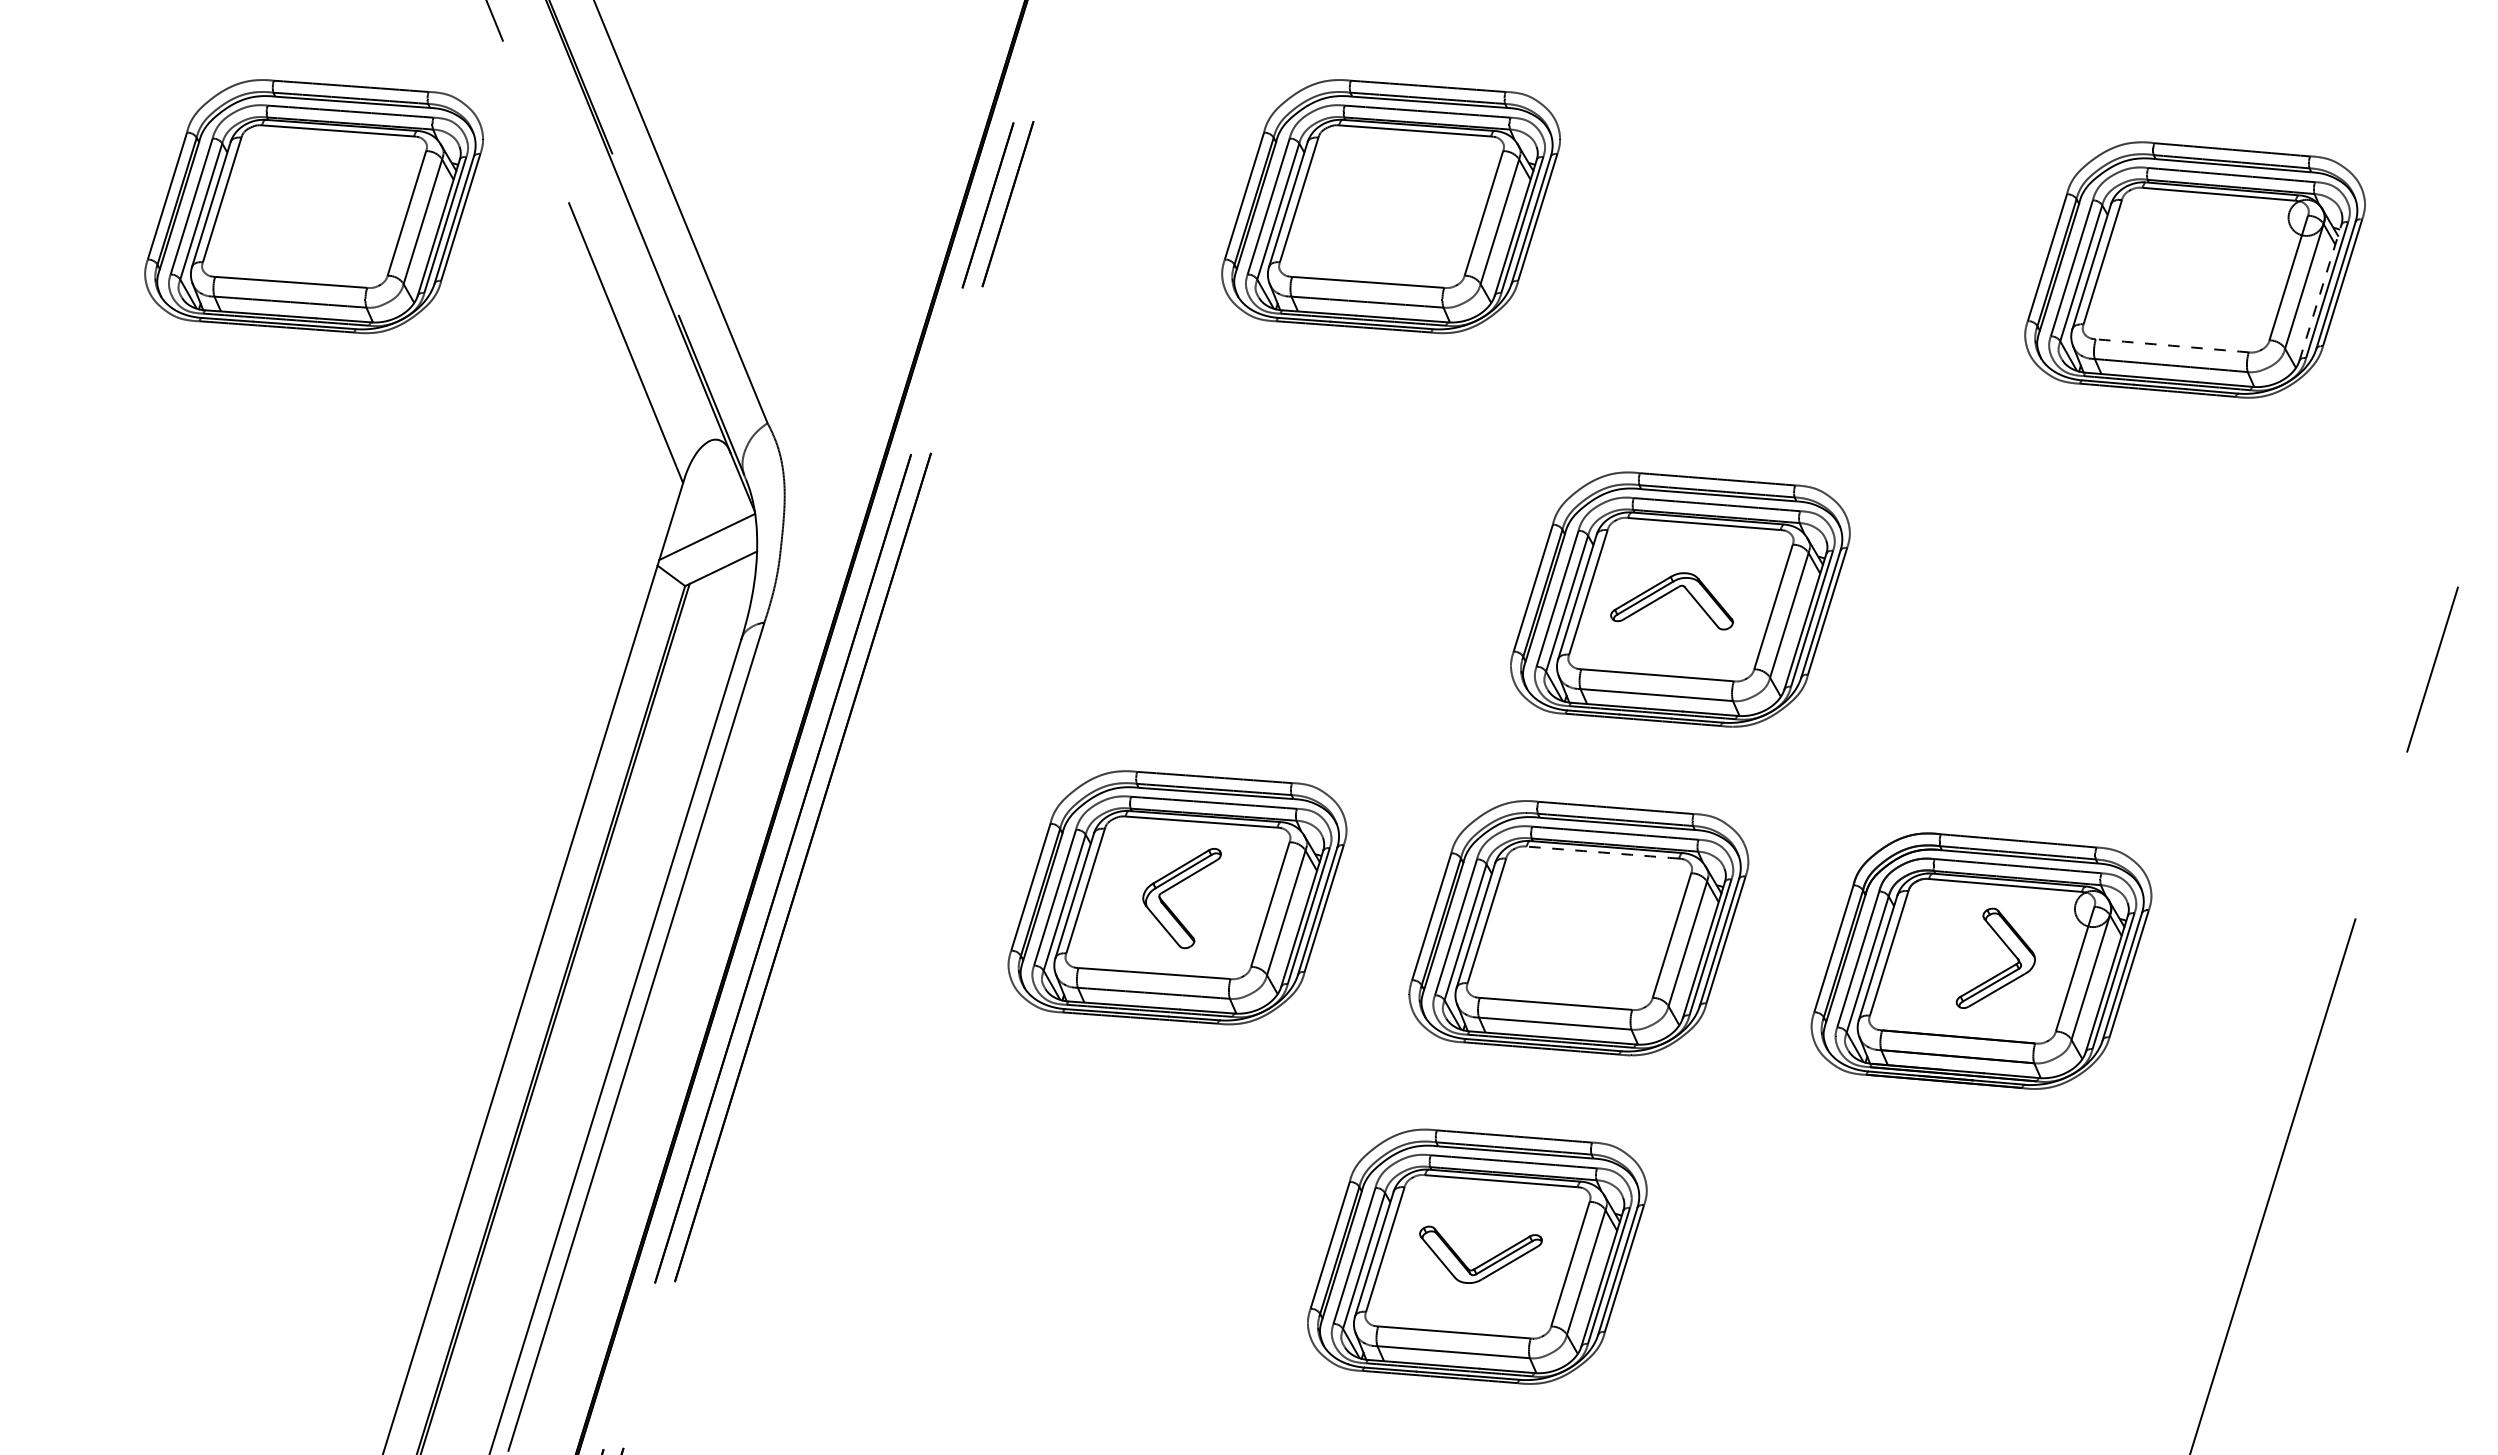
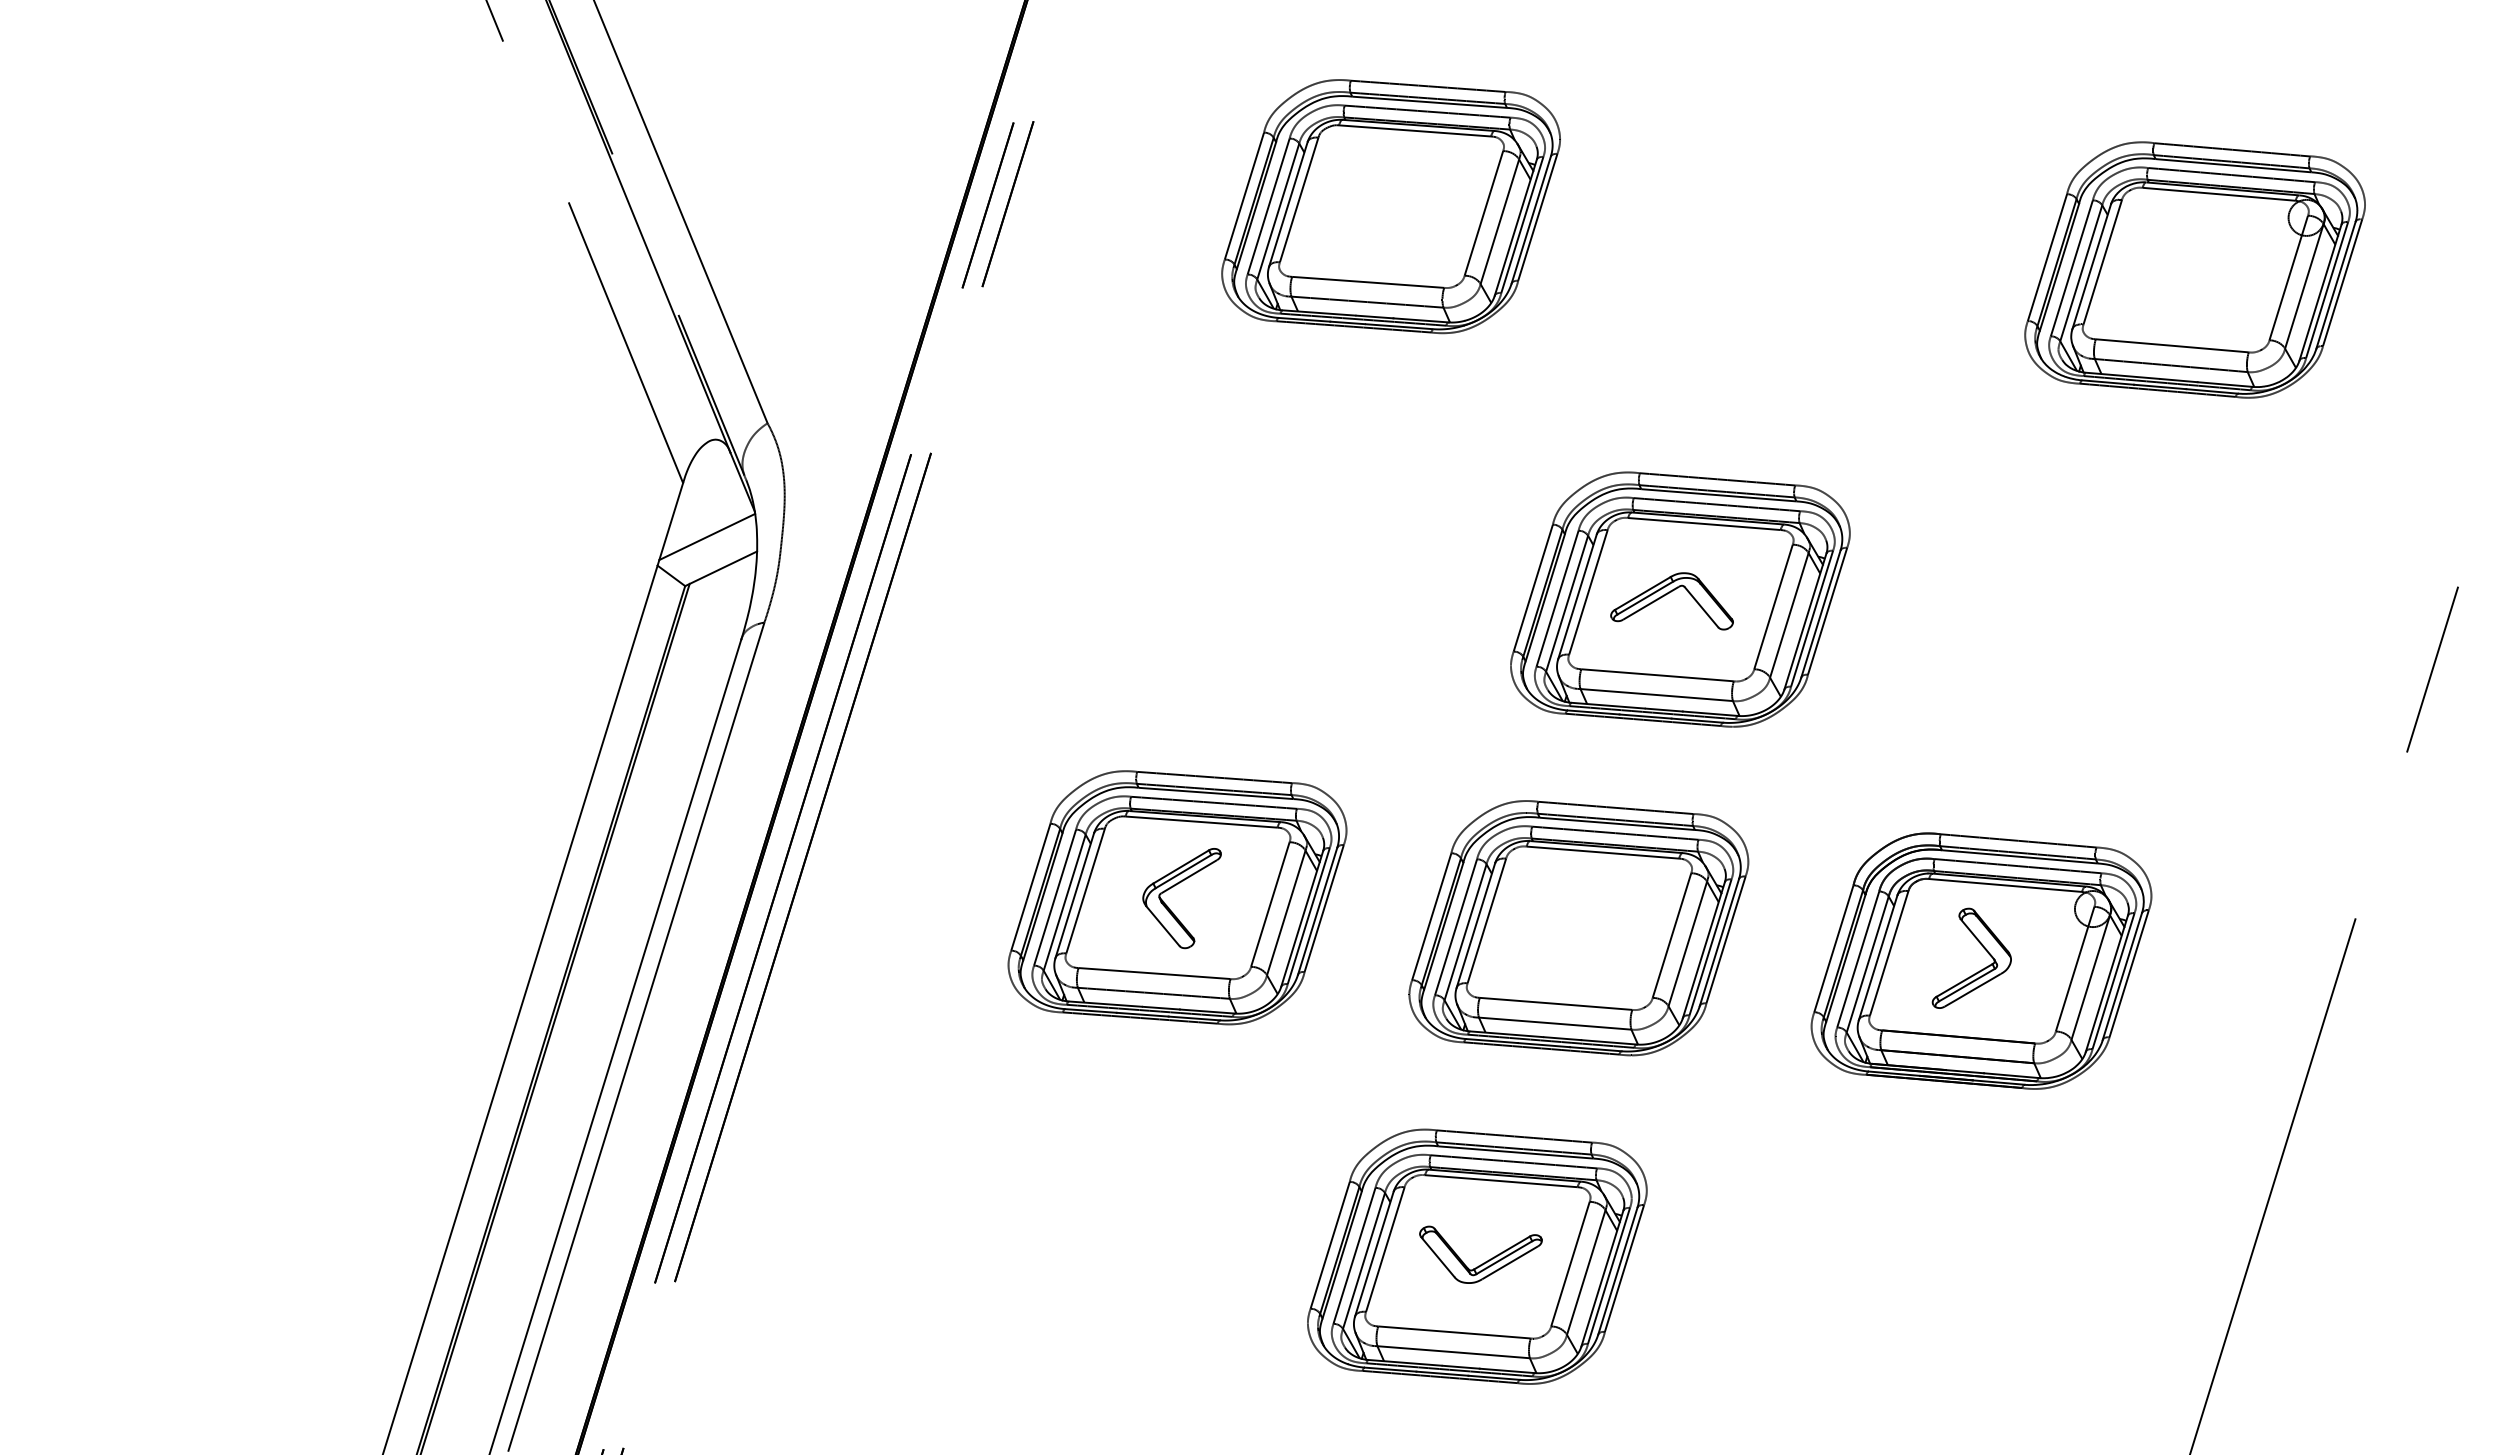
part at (313, 206): present -> none
line at (2320, 292): dashed -> solid
arc at (2172, 345): dashed -> solid
arc at (1602, 852): dashed -> solid
part at (2007, 948) position: (2007, 948) -> (1983, 948)
